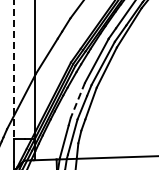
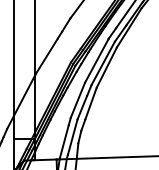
line at (13, 69): dashed -> solid
line at (77, 100): dashed -> solid
